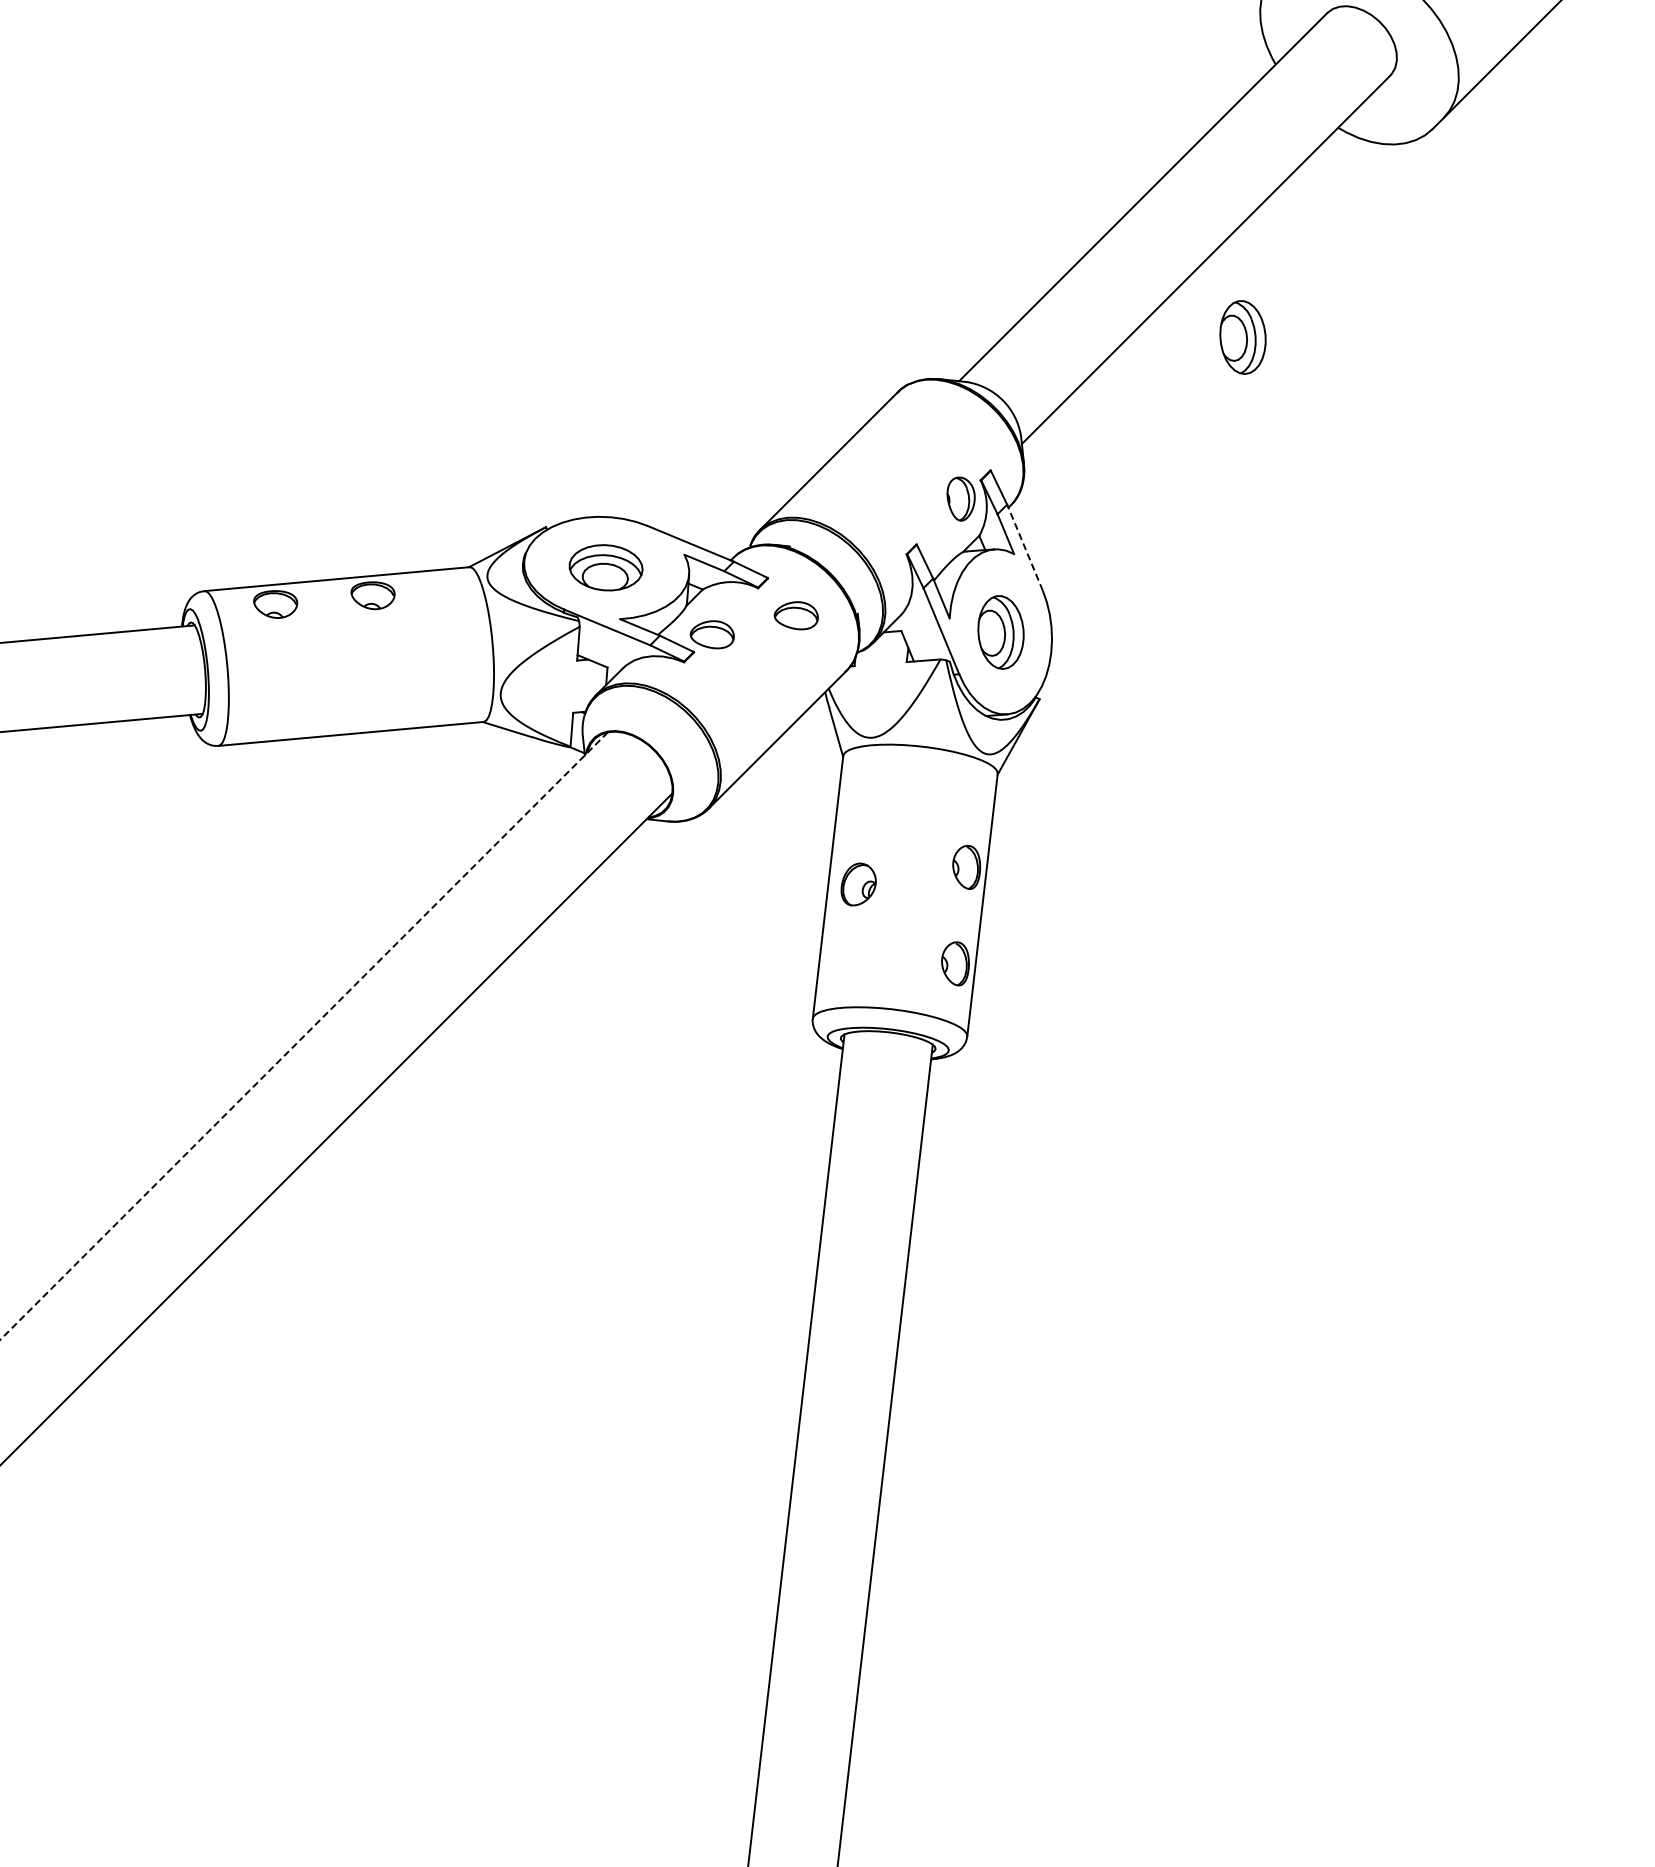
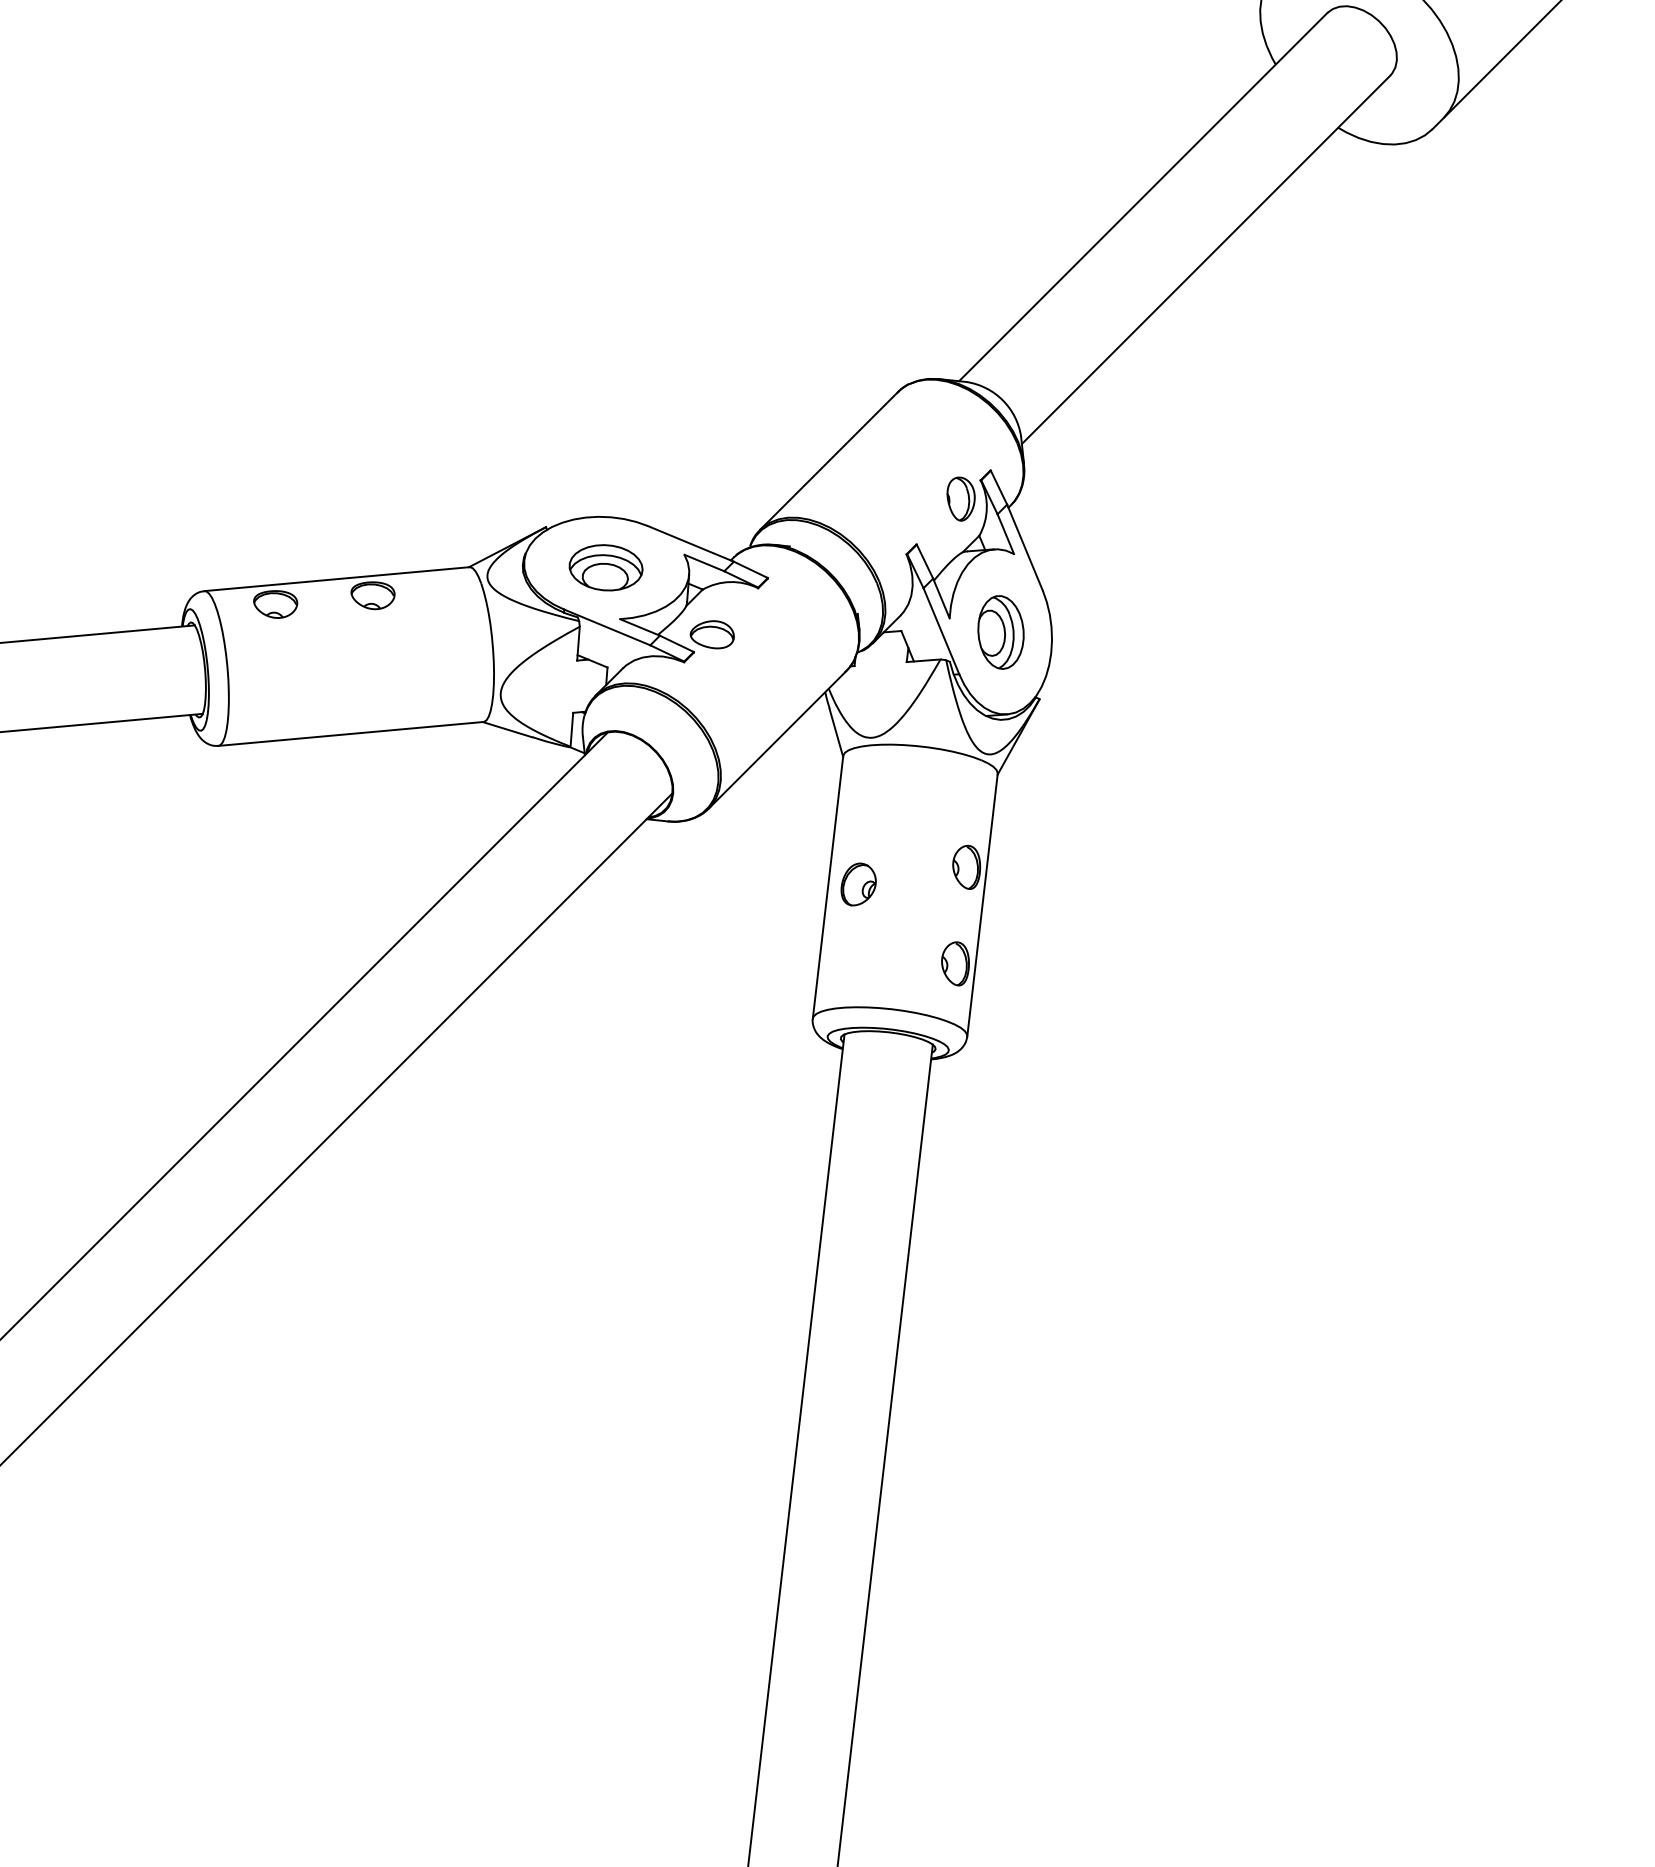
part at (1242, 337): present -> none
line at (1025, 547): dashed -> solid
part at (795, 615): present -> none
line at (303, 1036): dashed -> solid
